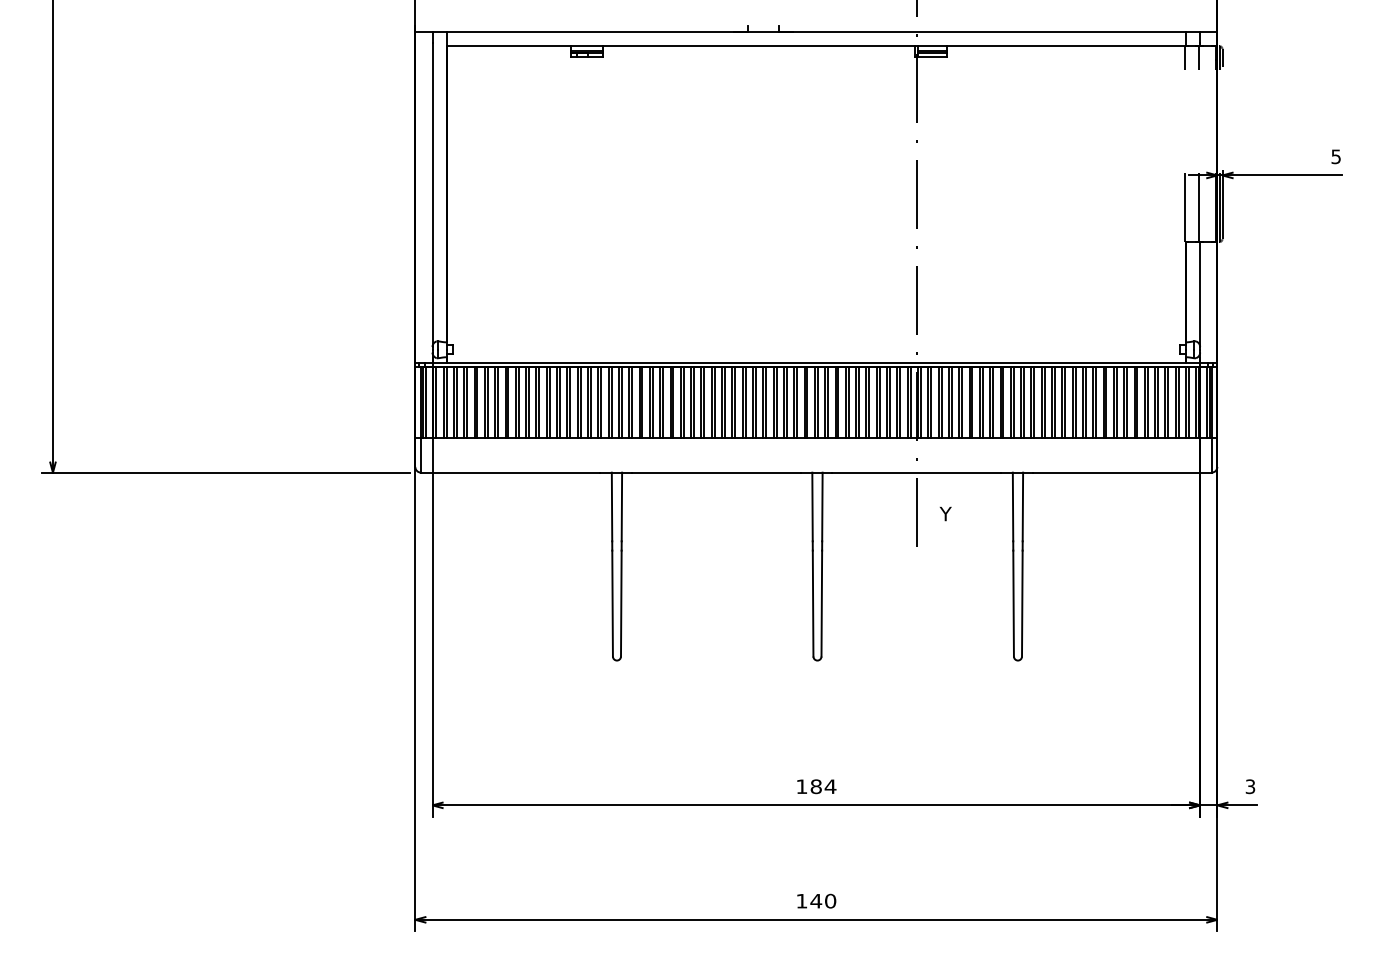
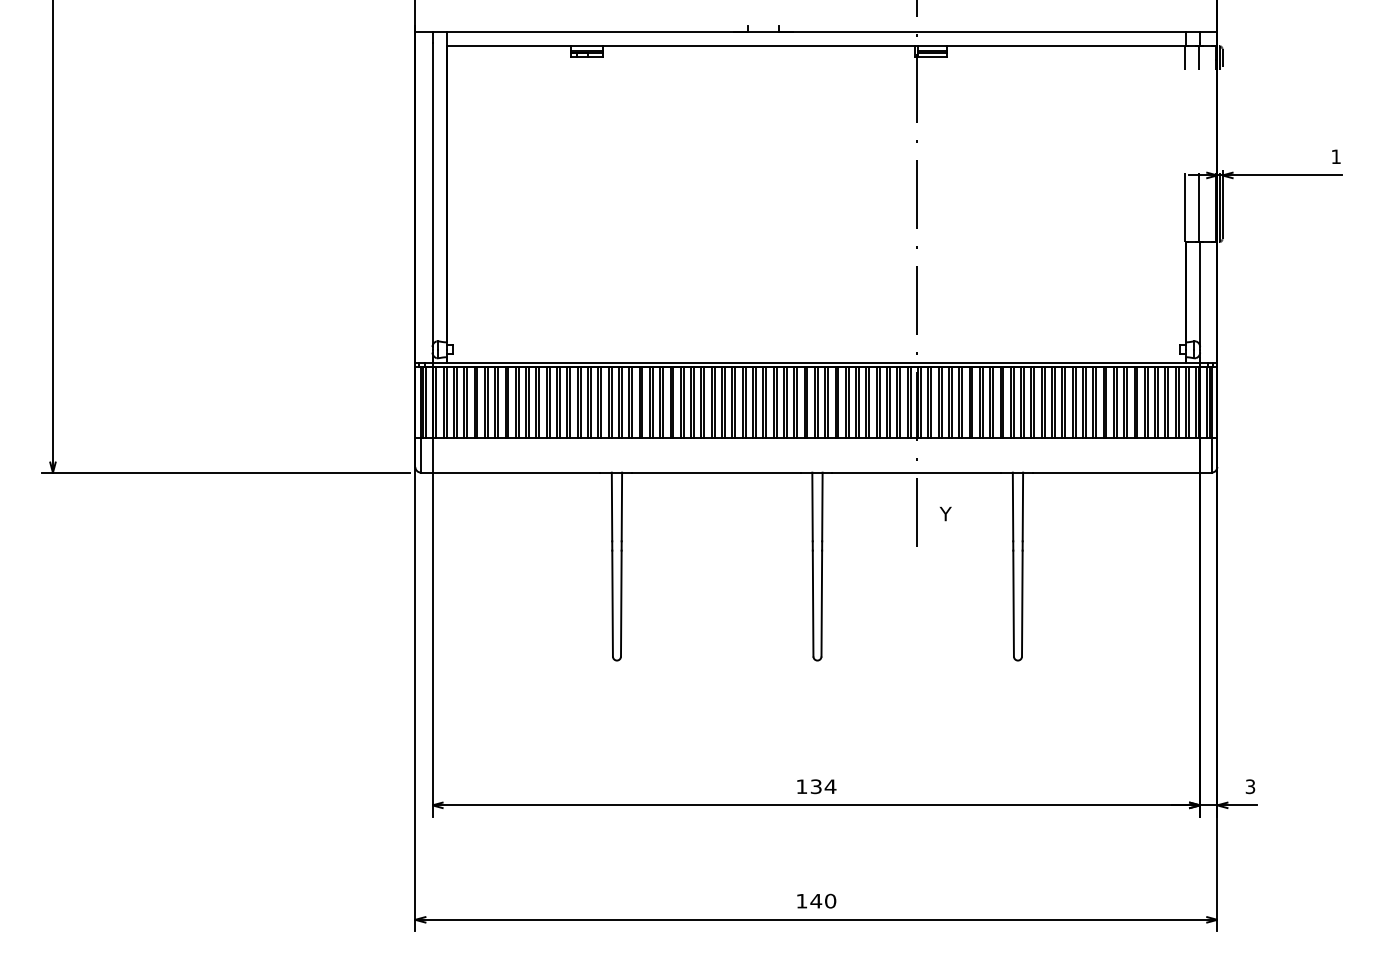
text at (1335, 156): 5 -> 1
text at (815, 786): 184 -> 134
